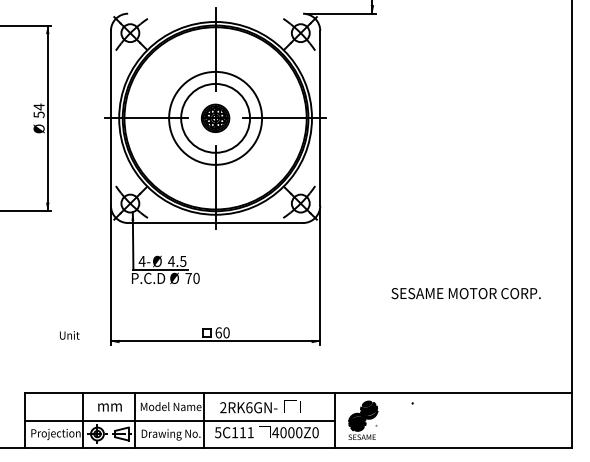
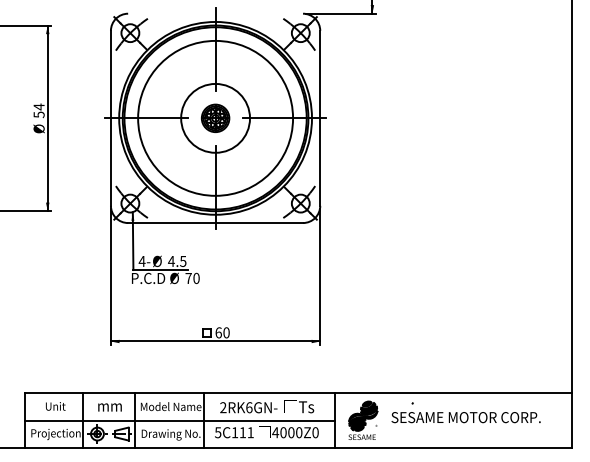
circle at (215, 117) diameter: 93 px -> 155 px
text at (465, 293) position: (465, 293) -> (465, 417)
text at (69, 335) position: (69, 335) -> (55, 406)
text at (306, 407): □ -> Ts
